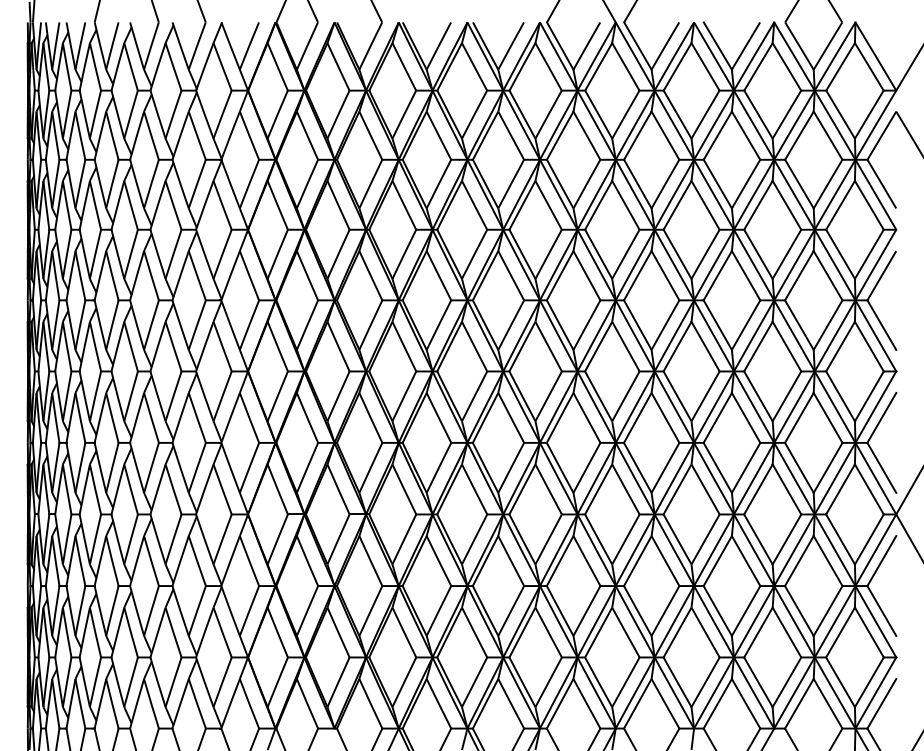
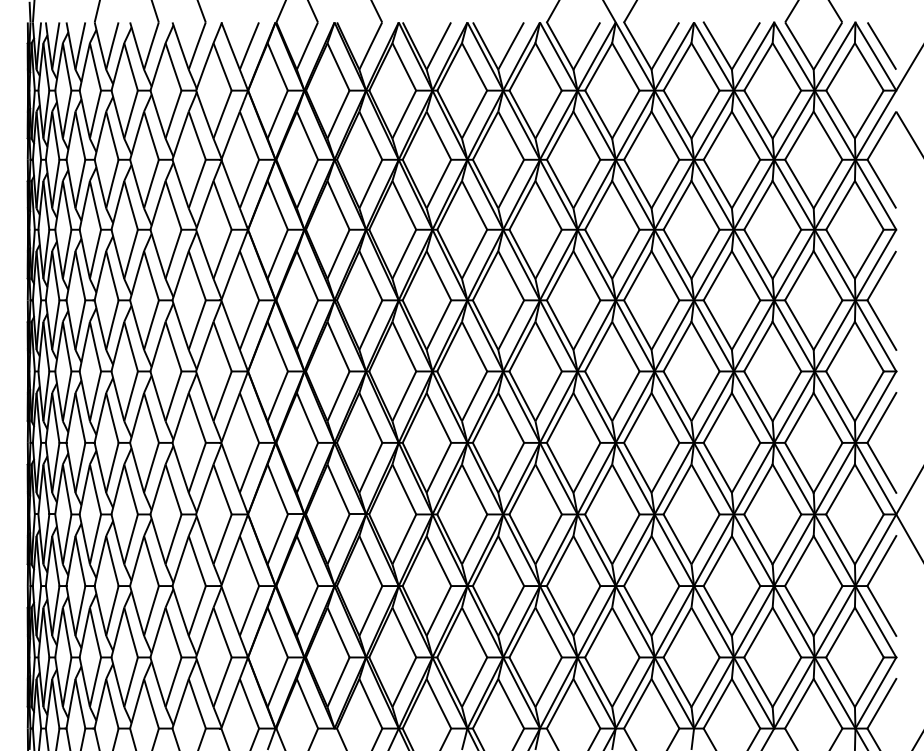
line at (881, 45): none -> present
